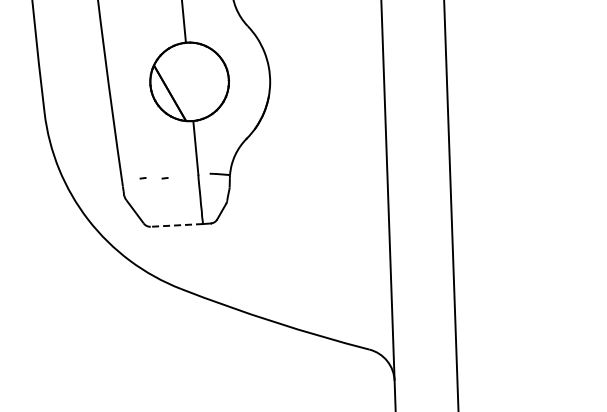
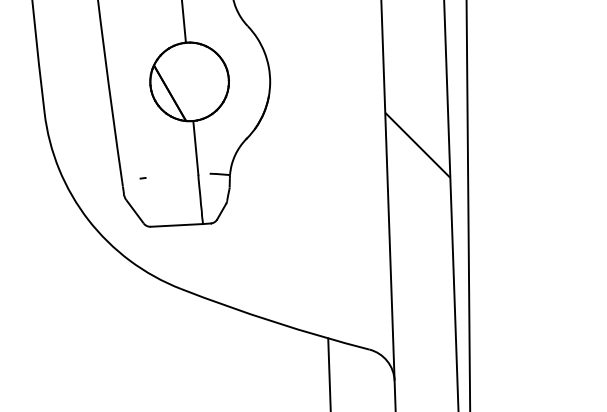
hatch at (417, 144): none -> present
curve at (164, 178): present -> none
line at (468, 205): none -> present
line at (176, 225): dashed -> solid
line at (329, 373): none -> present
